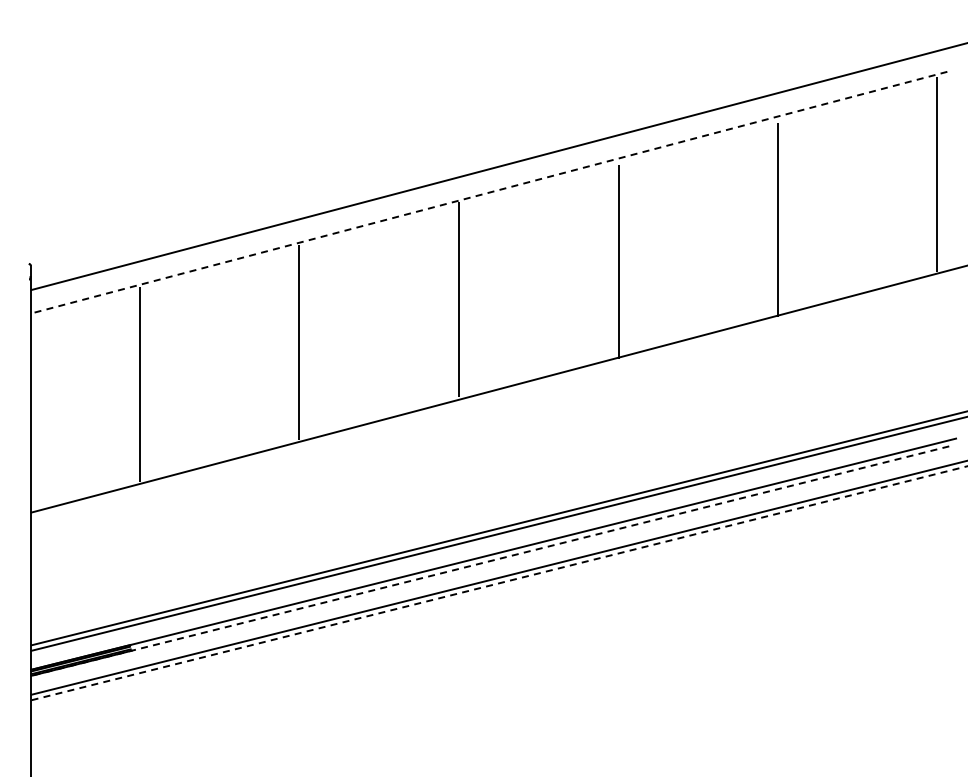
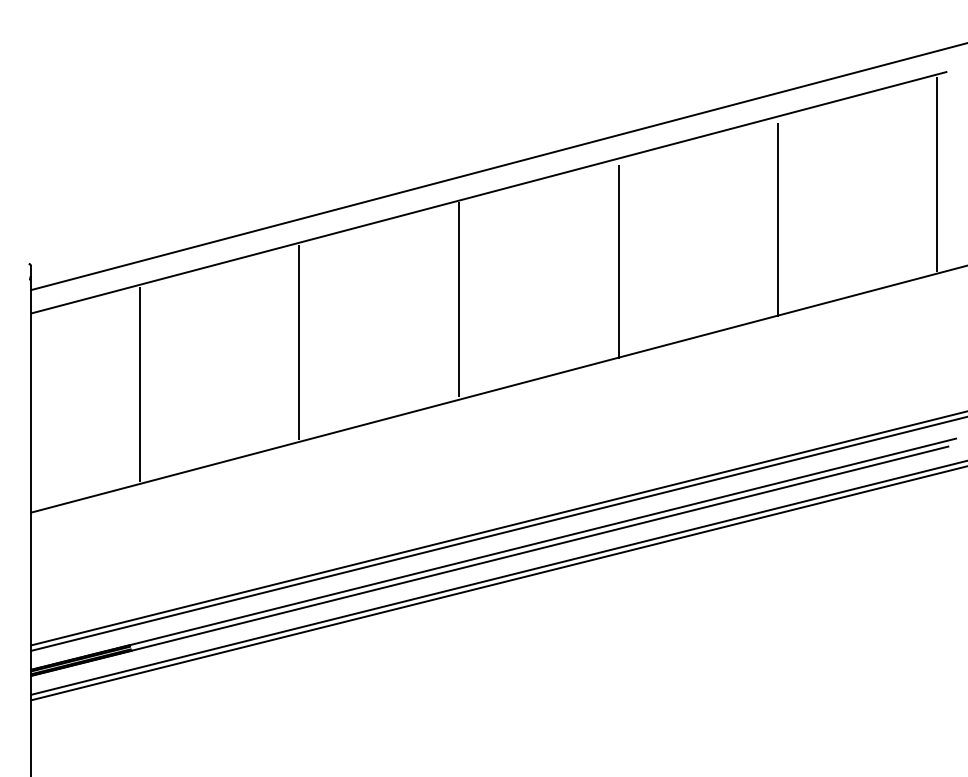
line at (488, 192): dashed -> solid
line at (489, 561): dashed -> solid
line at (499, 583): dashed -> solid
